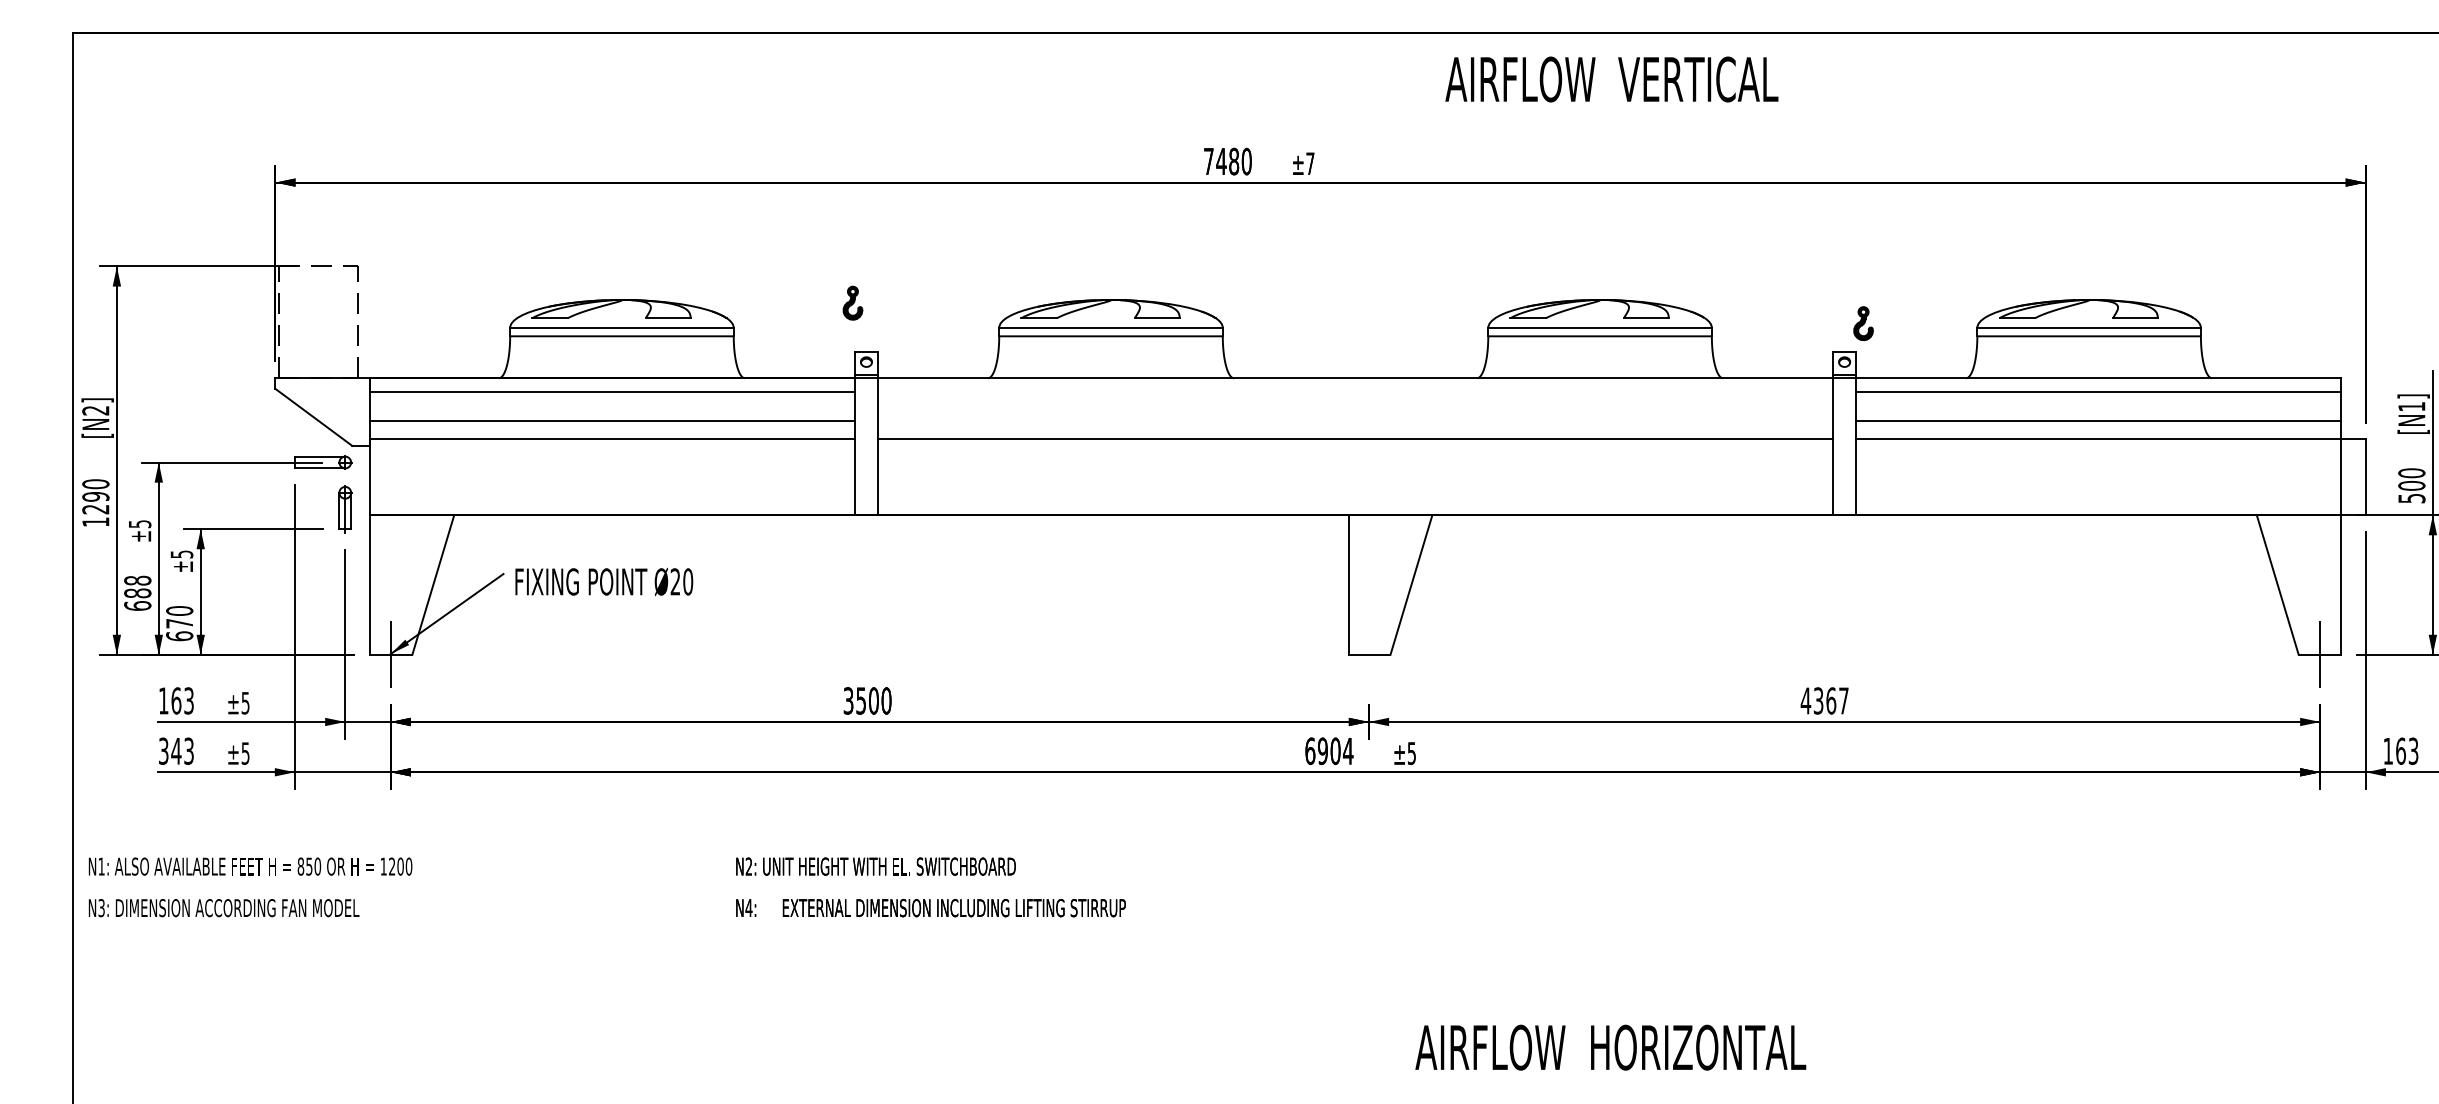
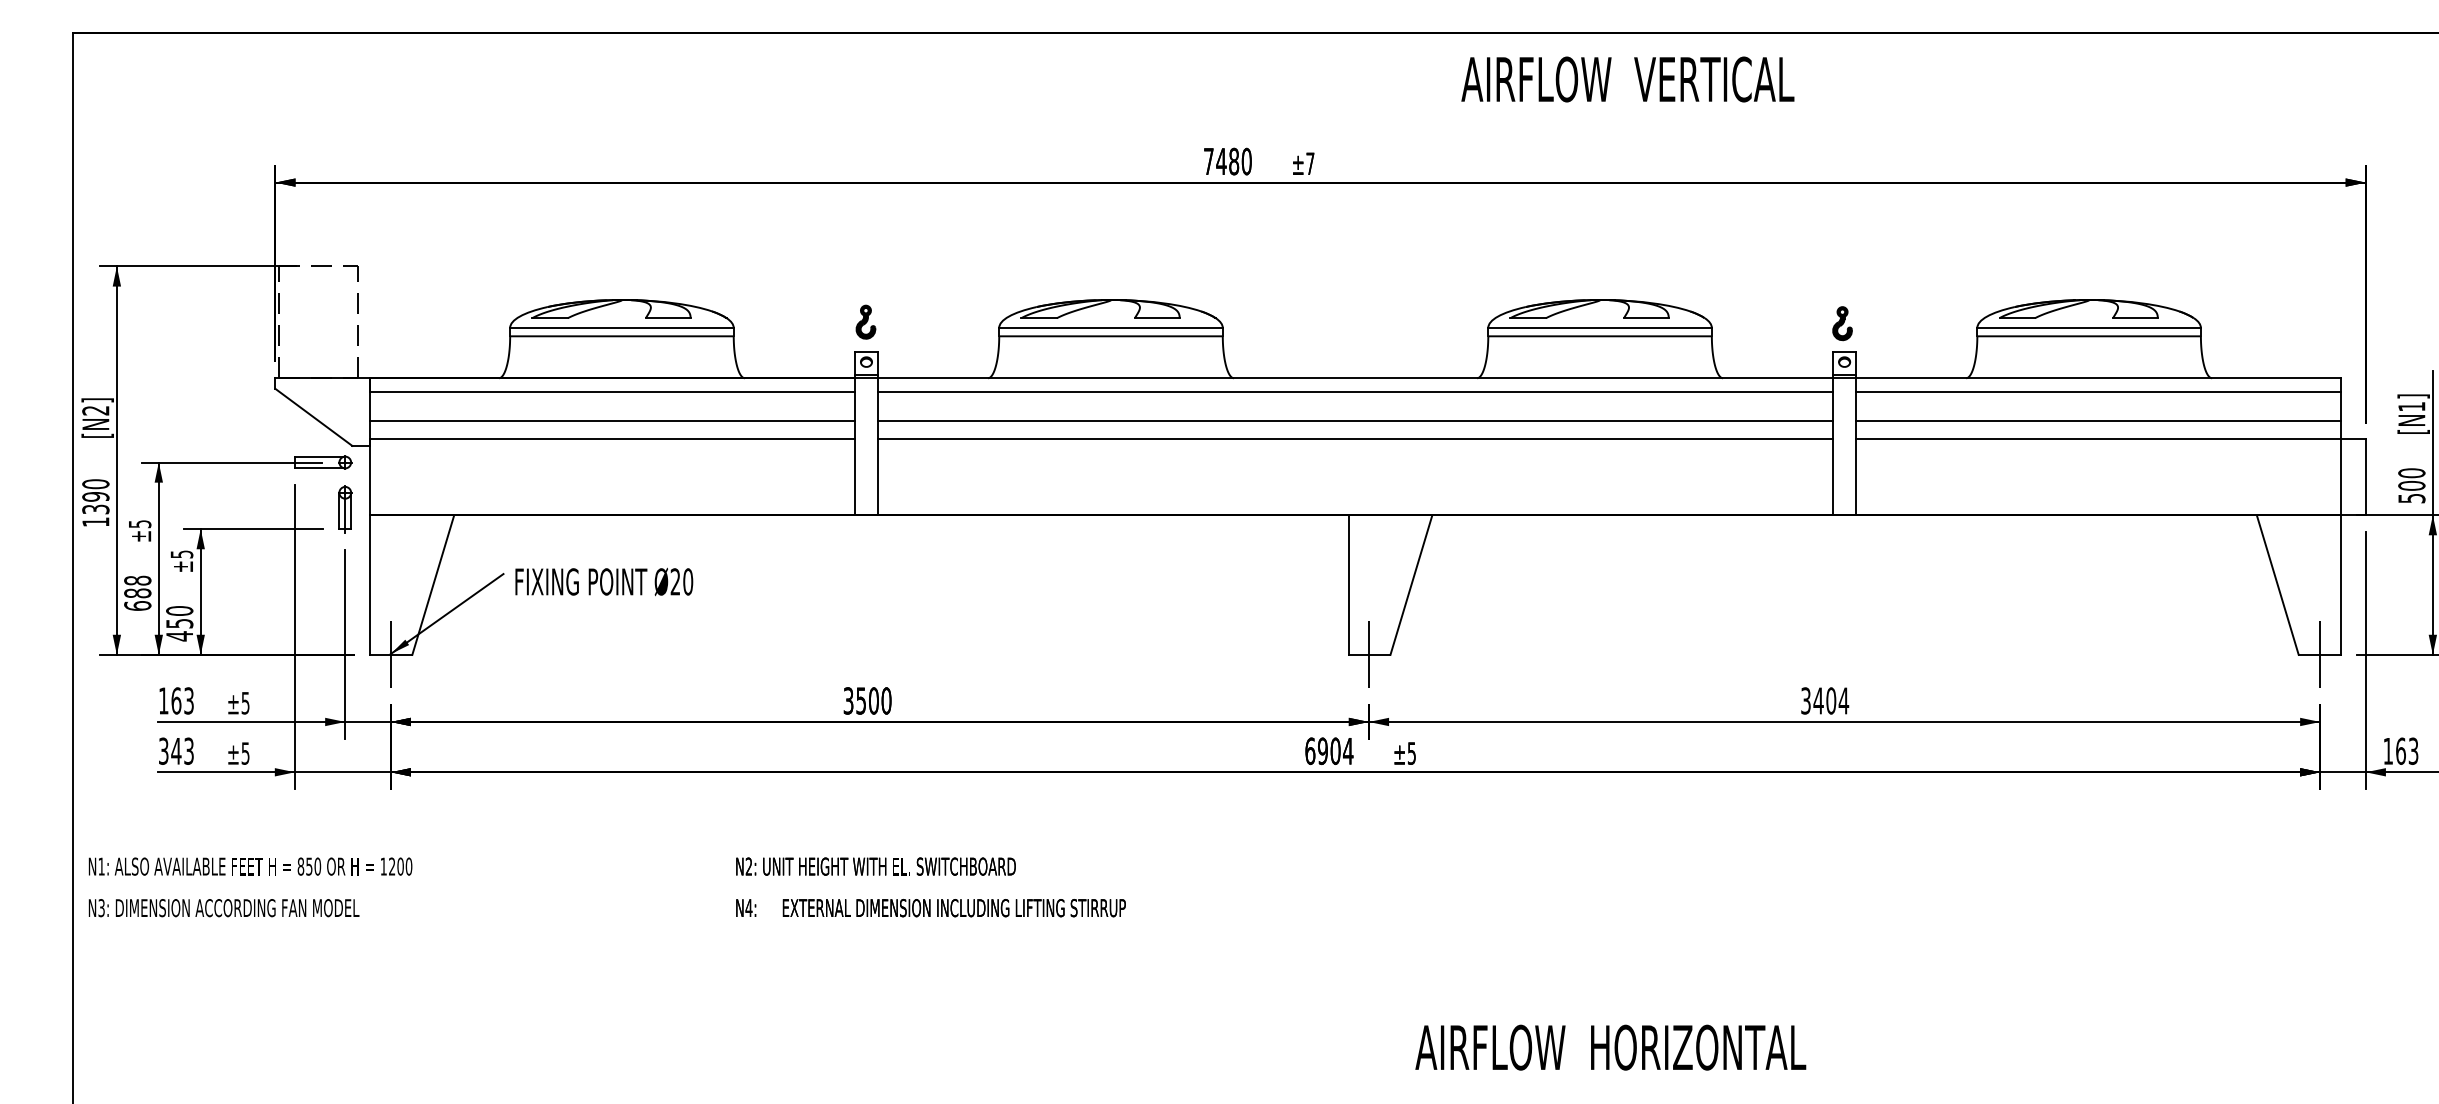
text at (1611, 79) position: (1611, 79) -> (1627, 79)
part at (852, 302) position: (852, 302) -> (865, 321)
part at (1863, 323) position: (1863, 323) -> (1842, 323)
line at (1355, 392): none -> present
line at (1355, 420): none -> present
text at (95, 509): 1290 -> 1390
text at (179, 630): 670 -> 450
line at (1368, 654): none -> present
text at (1824, 700): 4367 -> 3404
